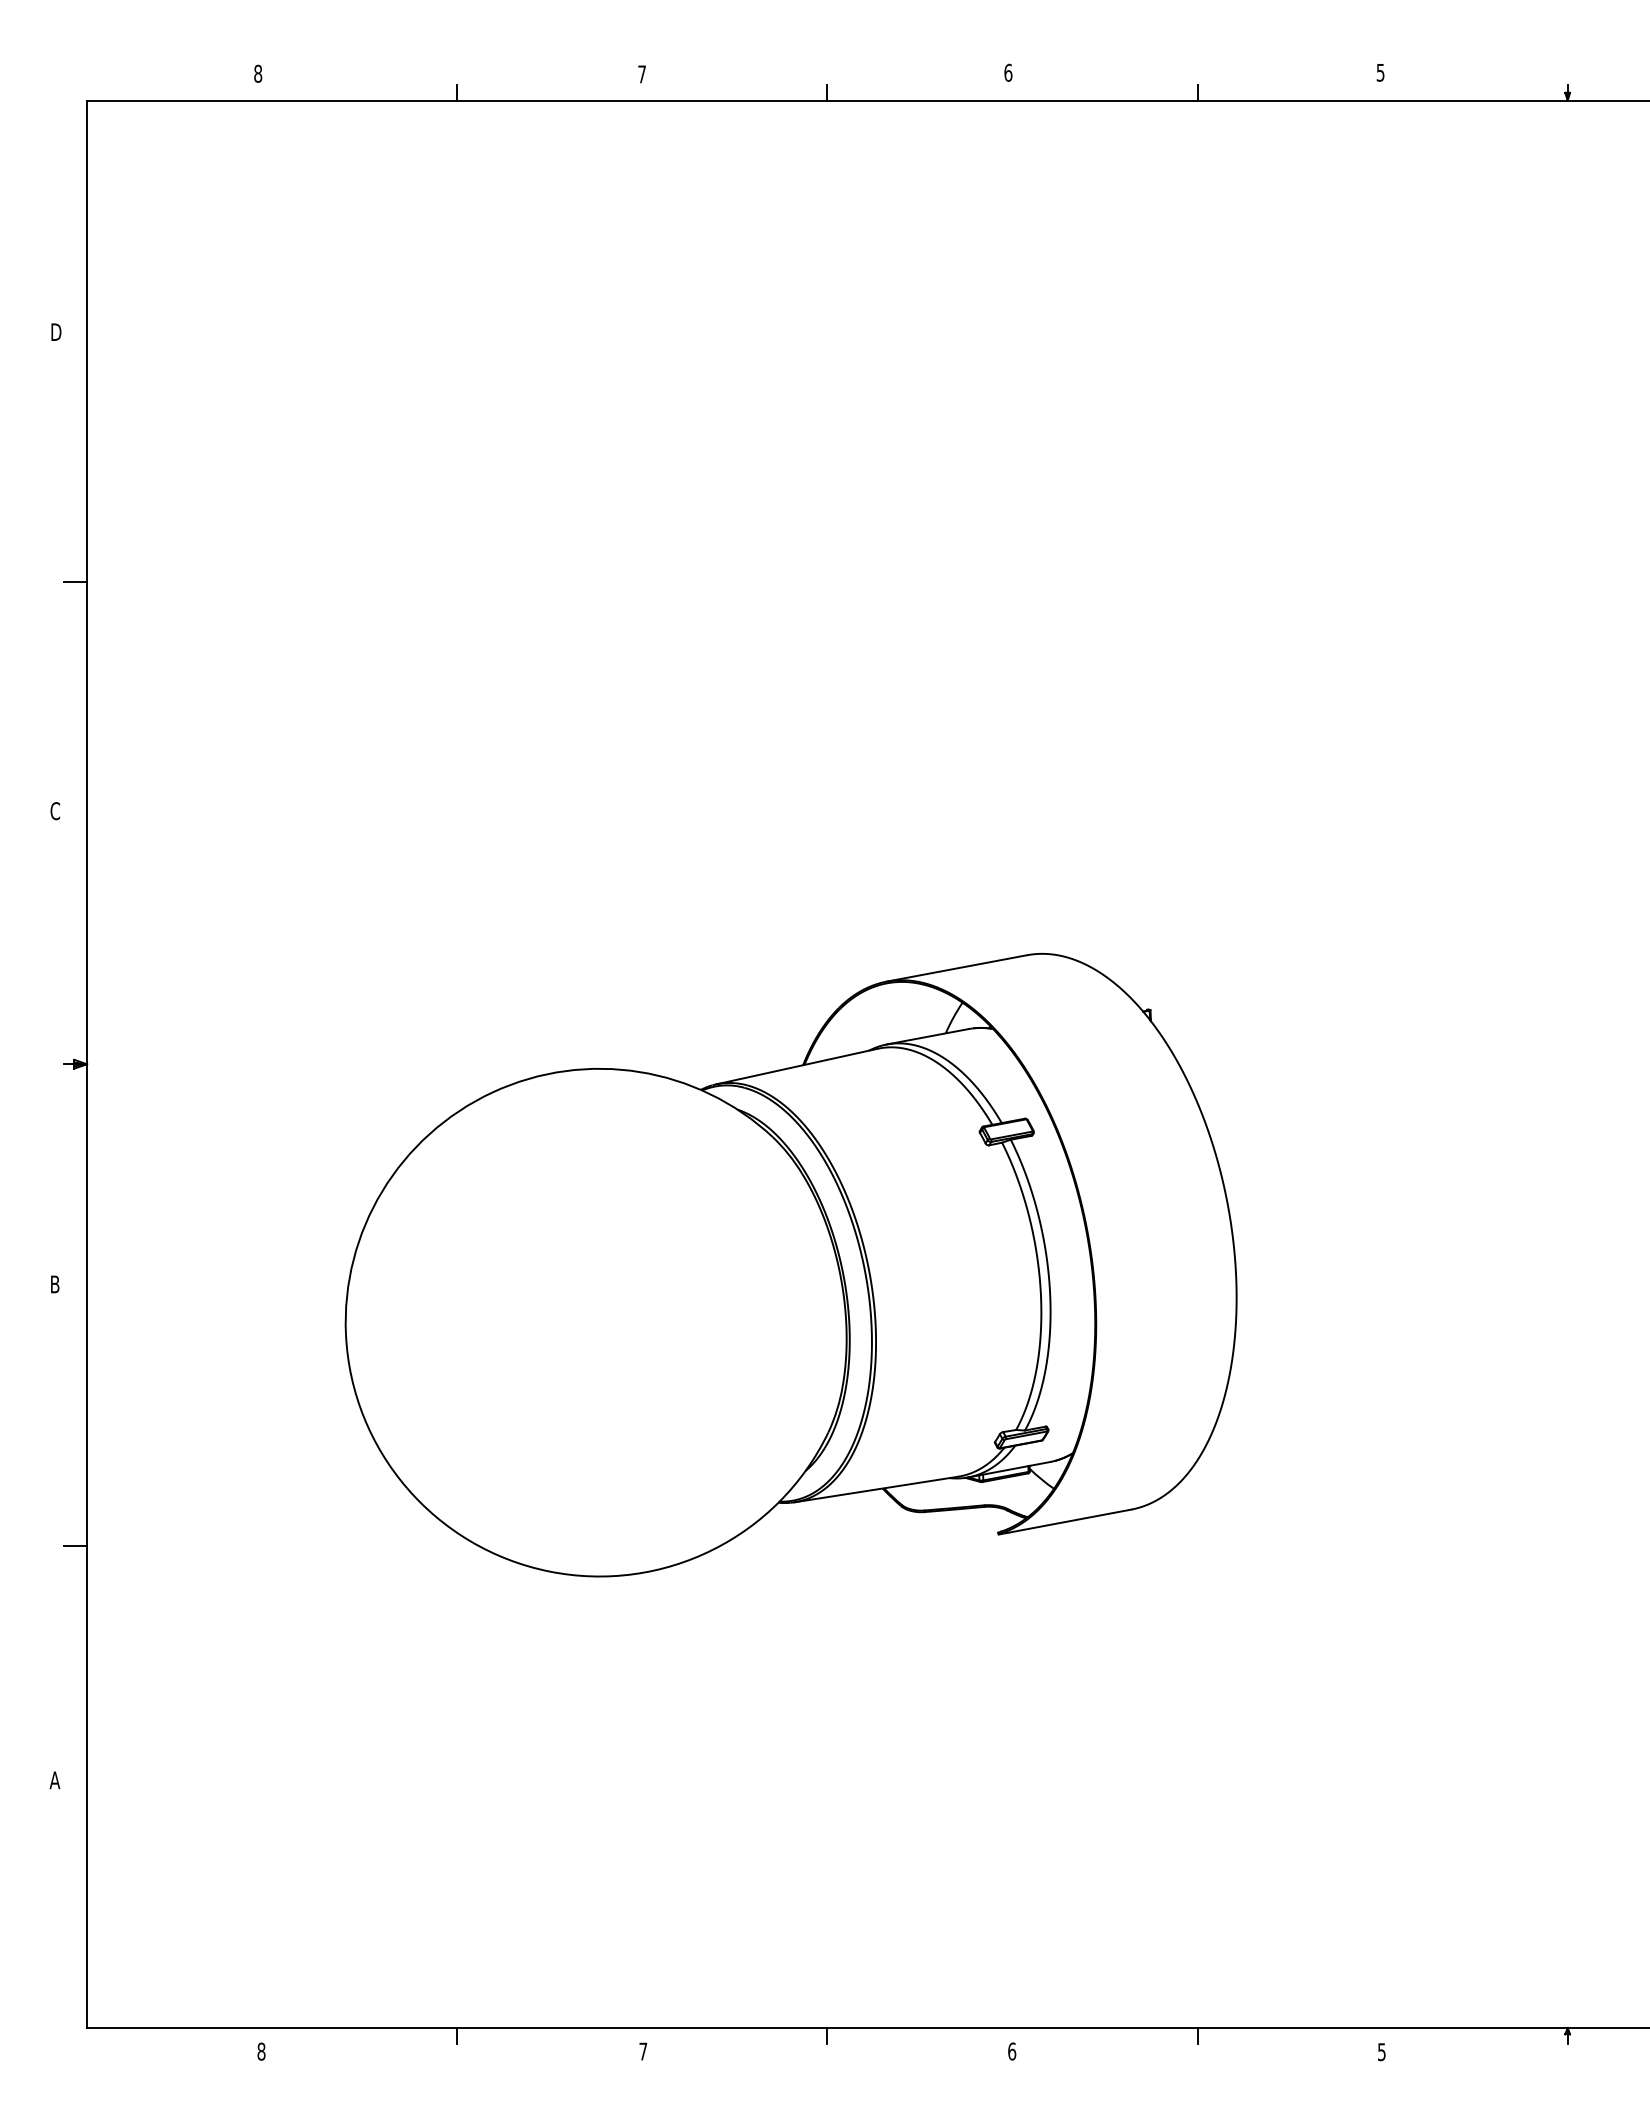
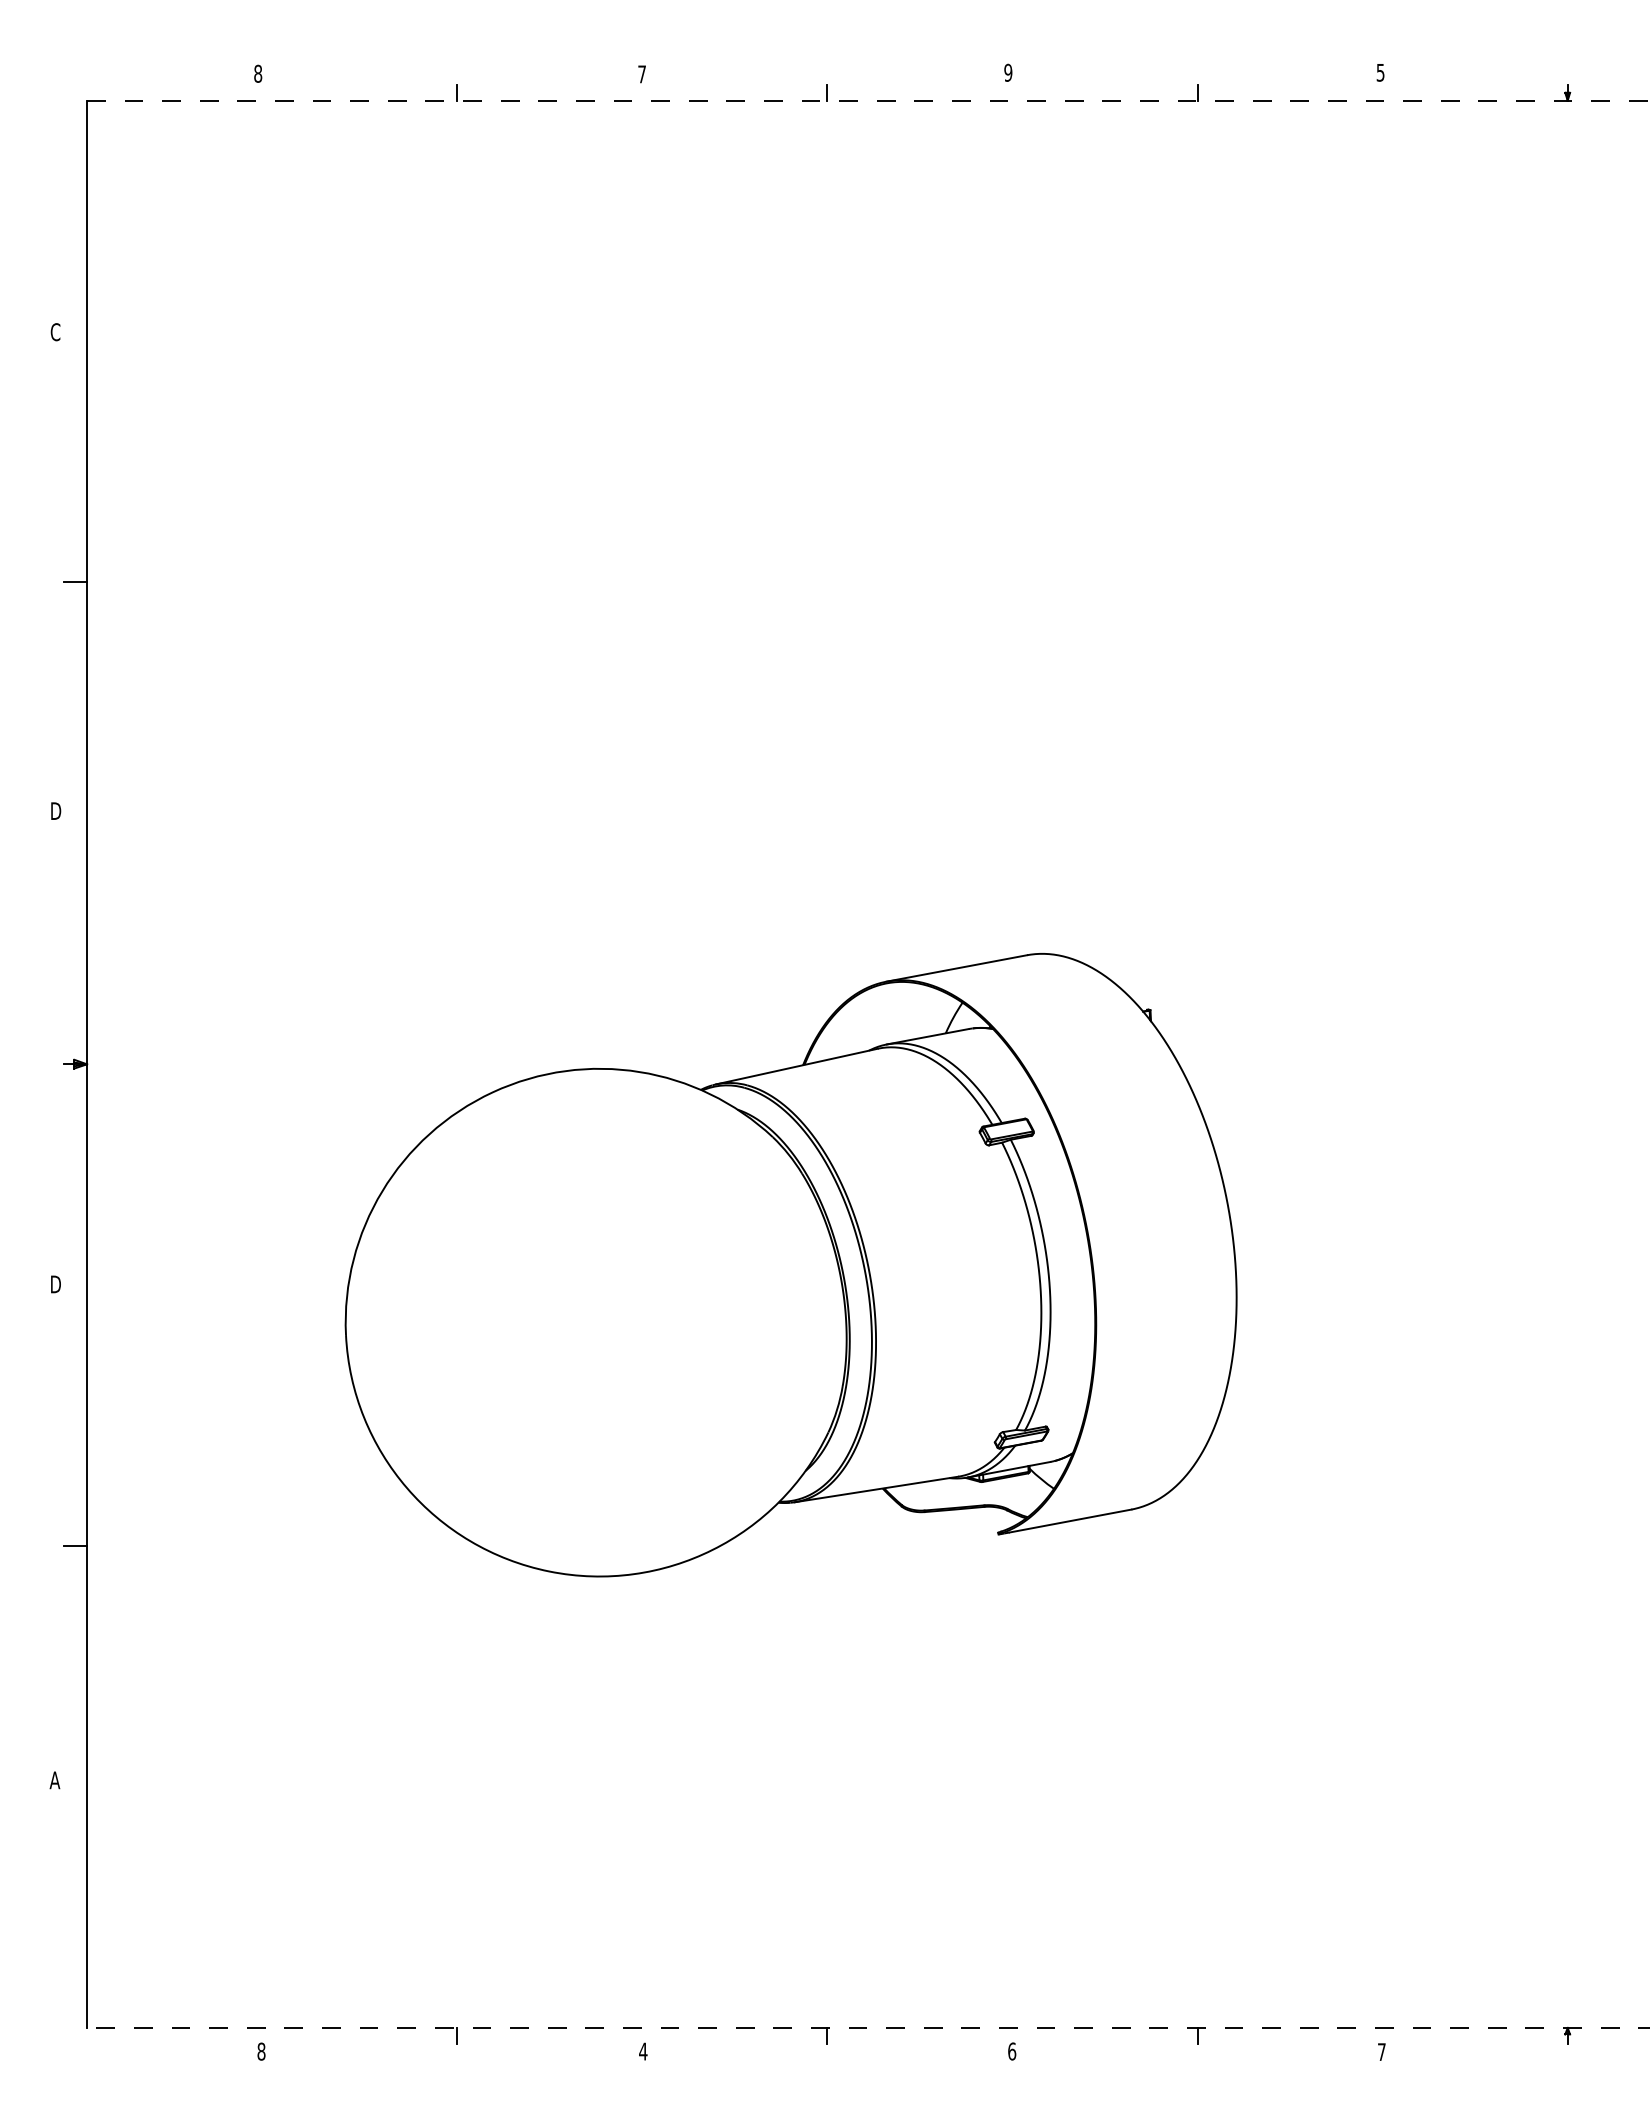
text at (1008, 72): 6 -> 9
line at (868, 100): solid -> dashed
text at (55, 332): D -> C
text at (55, 811): C -> D
text at (56, 1284): B -> D
line at (867, 2027): solid -> dashed
text at (643, 2051): 7 -> 4
text at (1381, 2052): 5 -> 7
